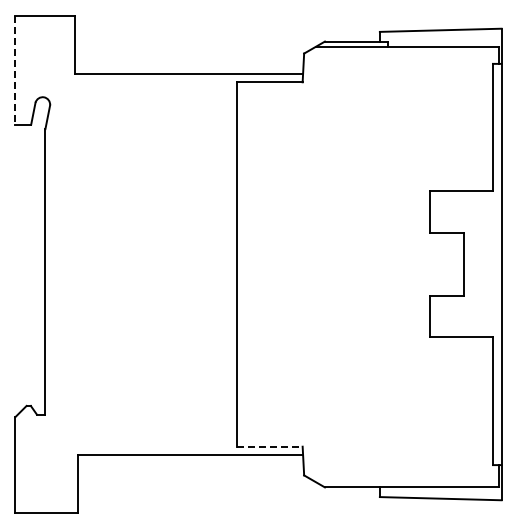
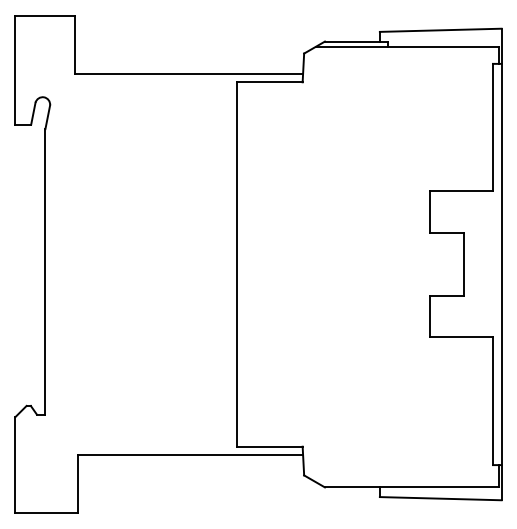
line at (15, 70): dashed -> solid
line at (270, 446): dashed -> solid
